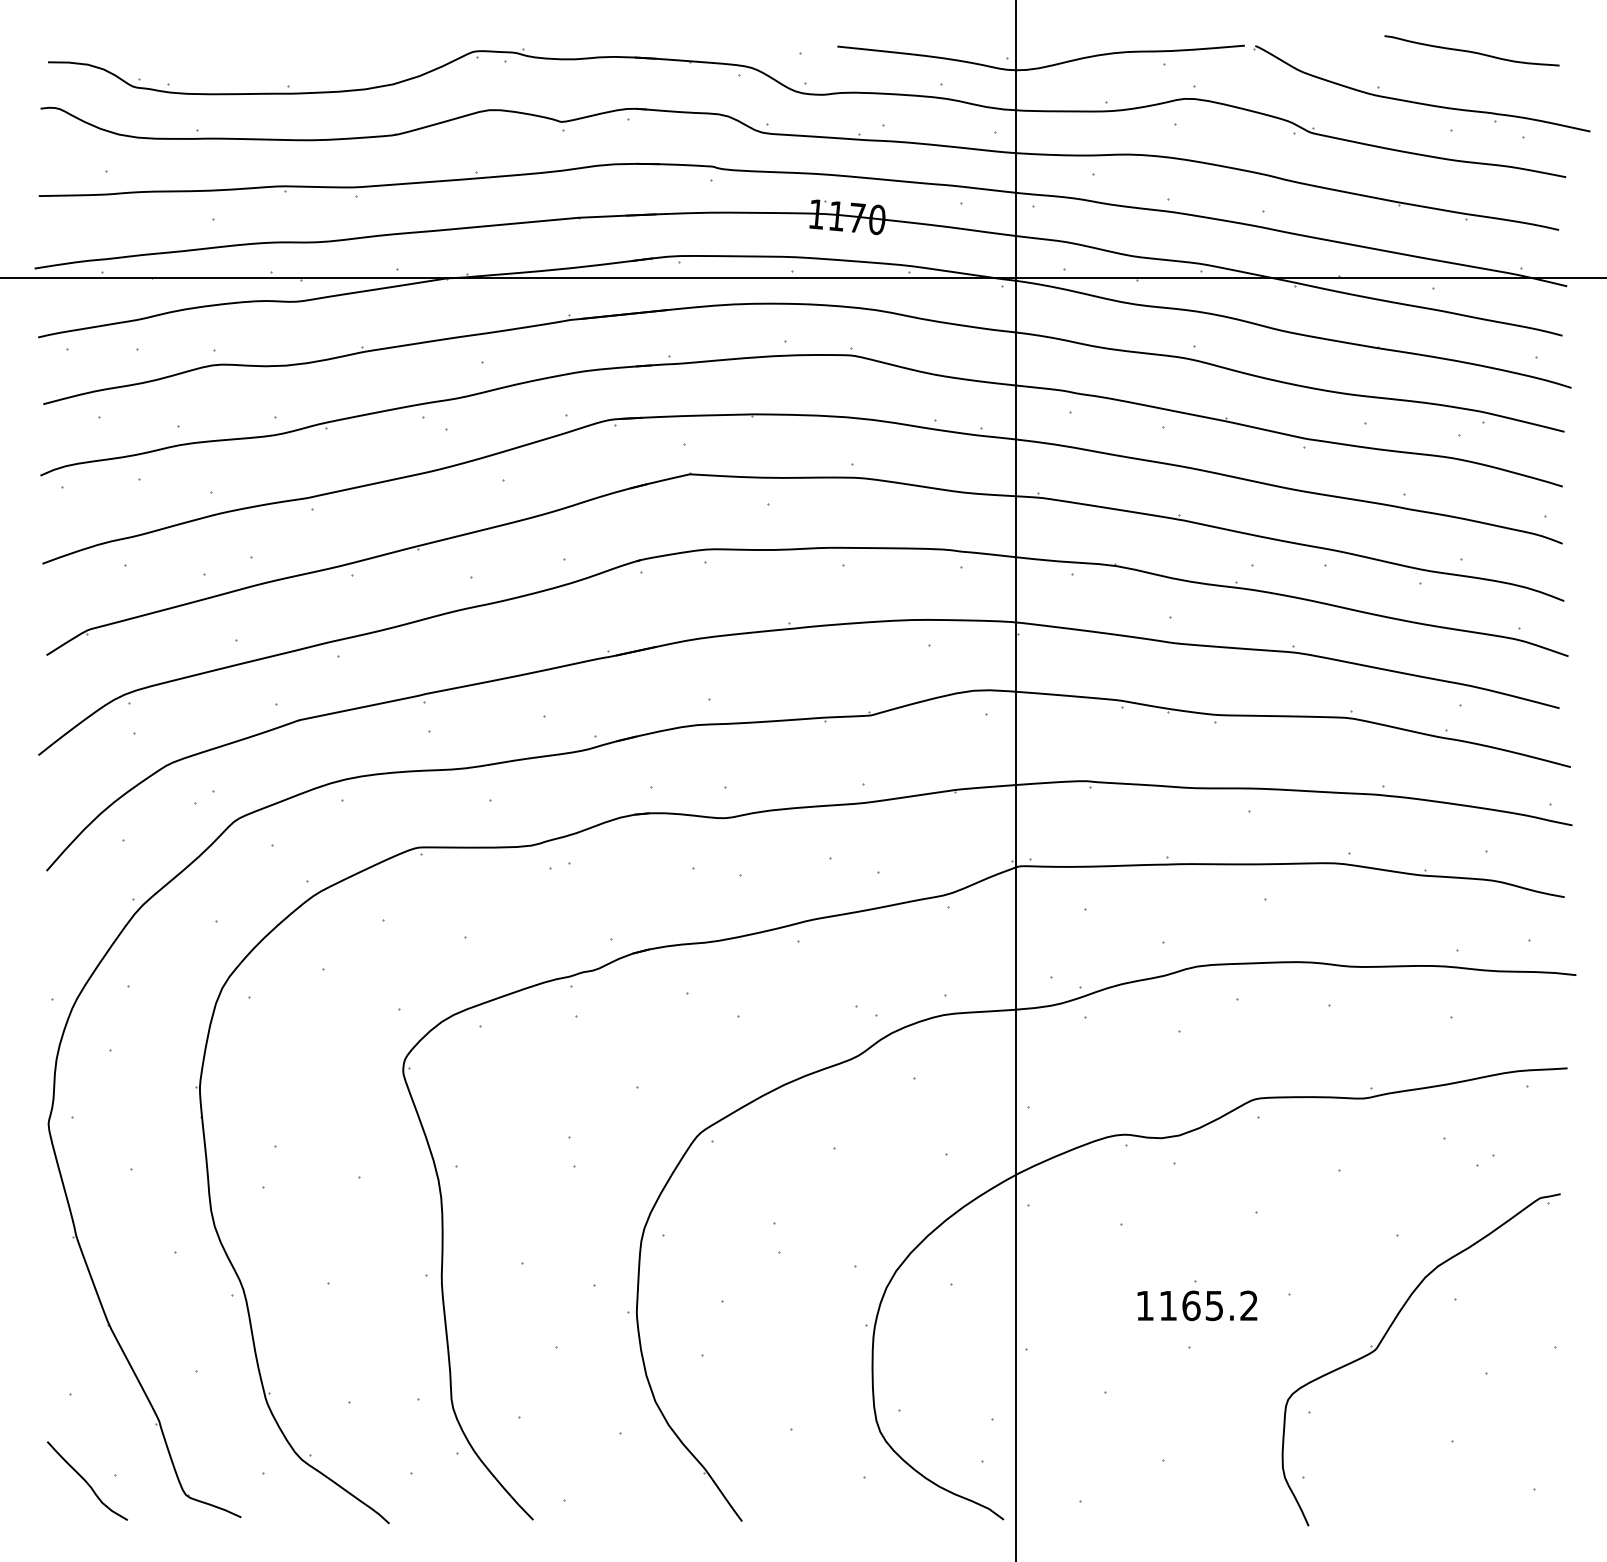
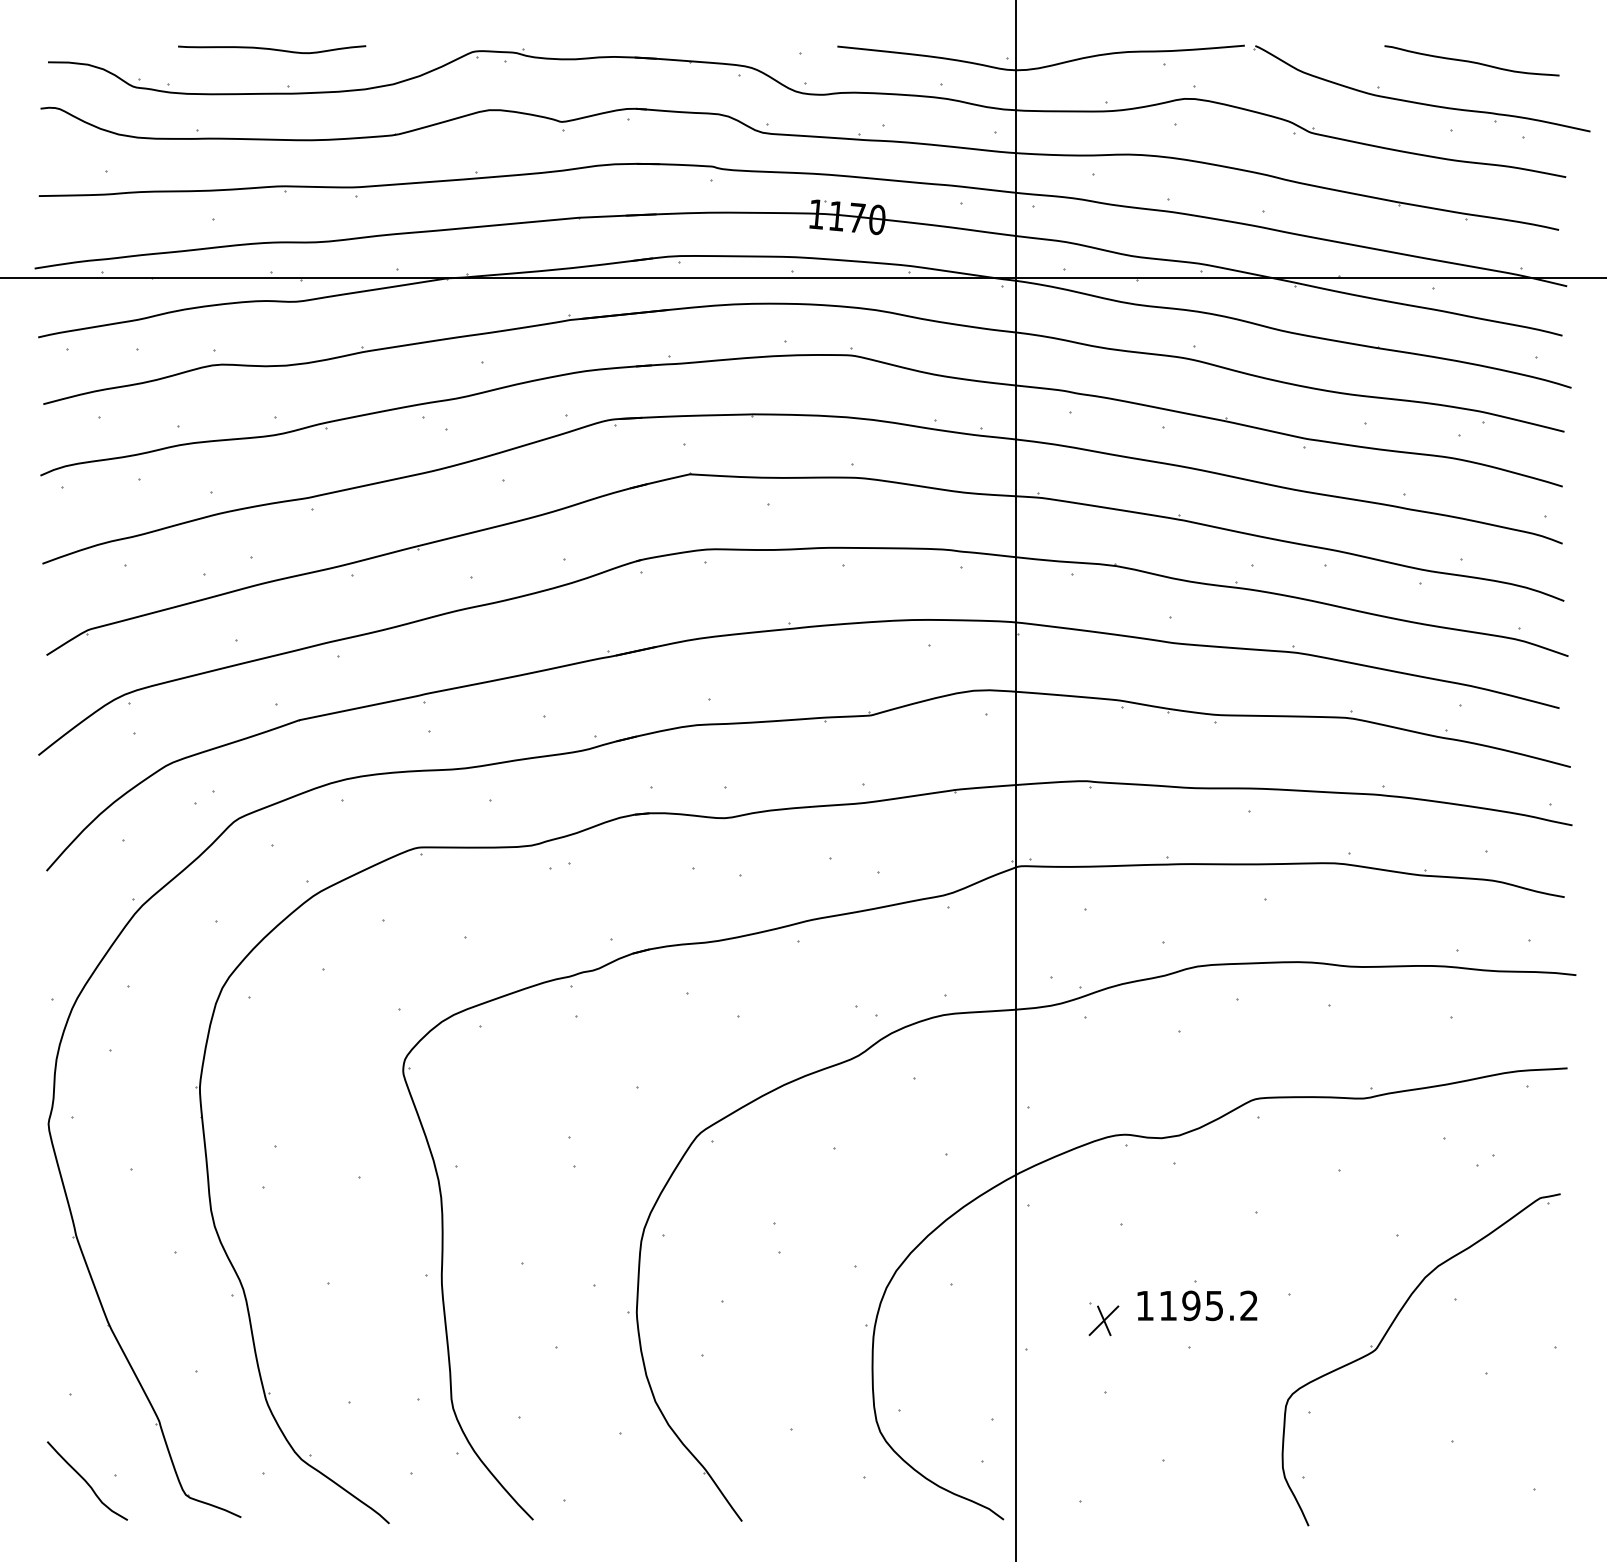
curve at (272, 49): none -> present
curve at (1471, 51) position: (1471, 51) -> (1471, 61)
text at (1191, 1305): 1165.2 -> 1195.2
part at (1103, 1319): none -> present
